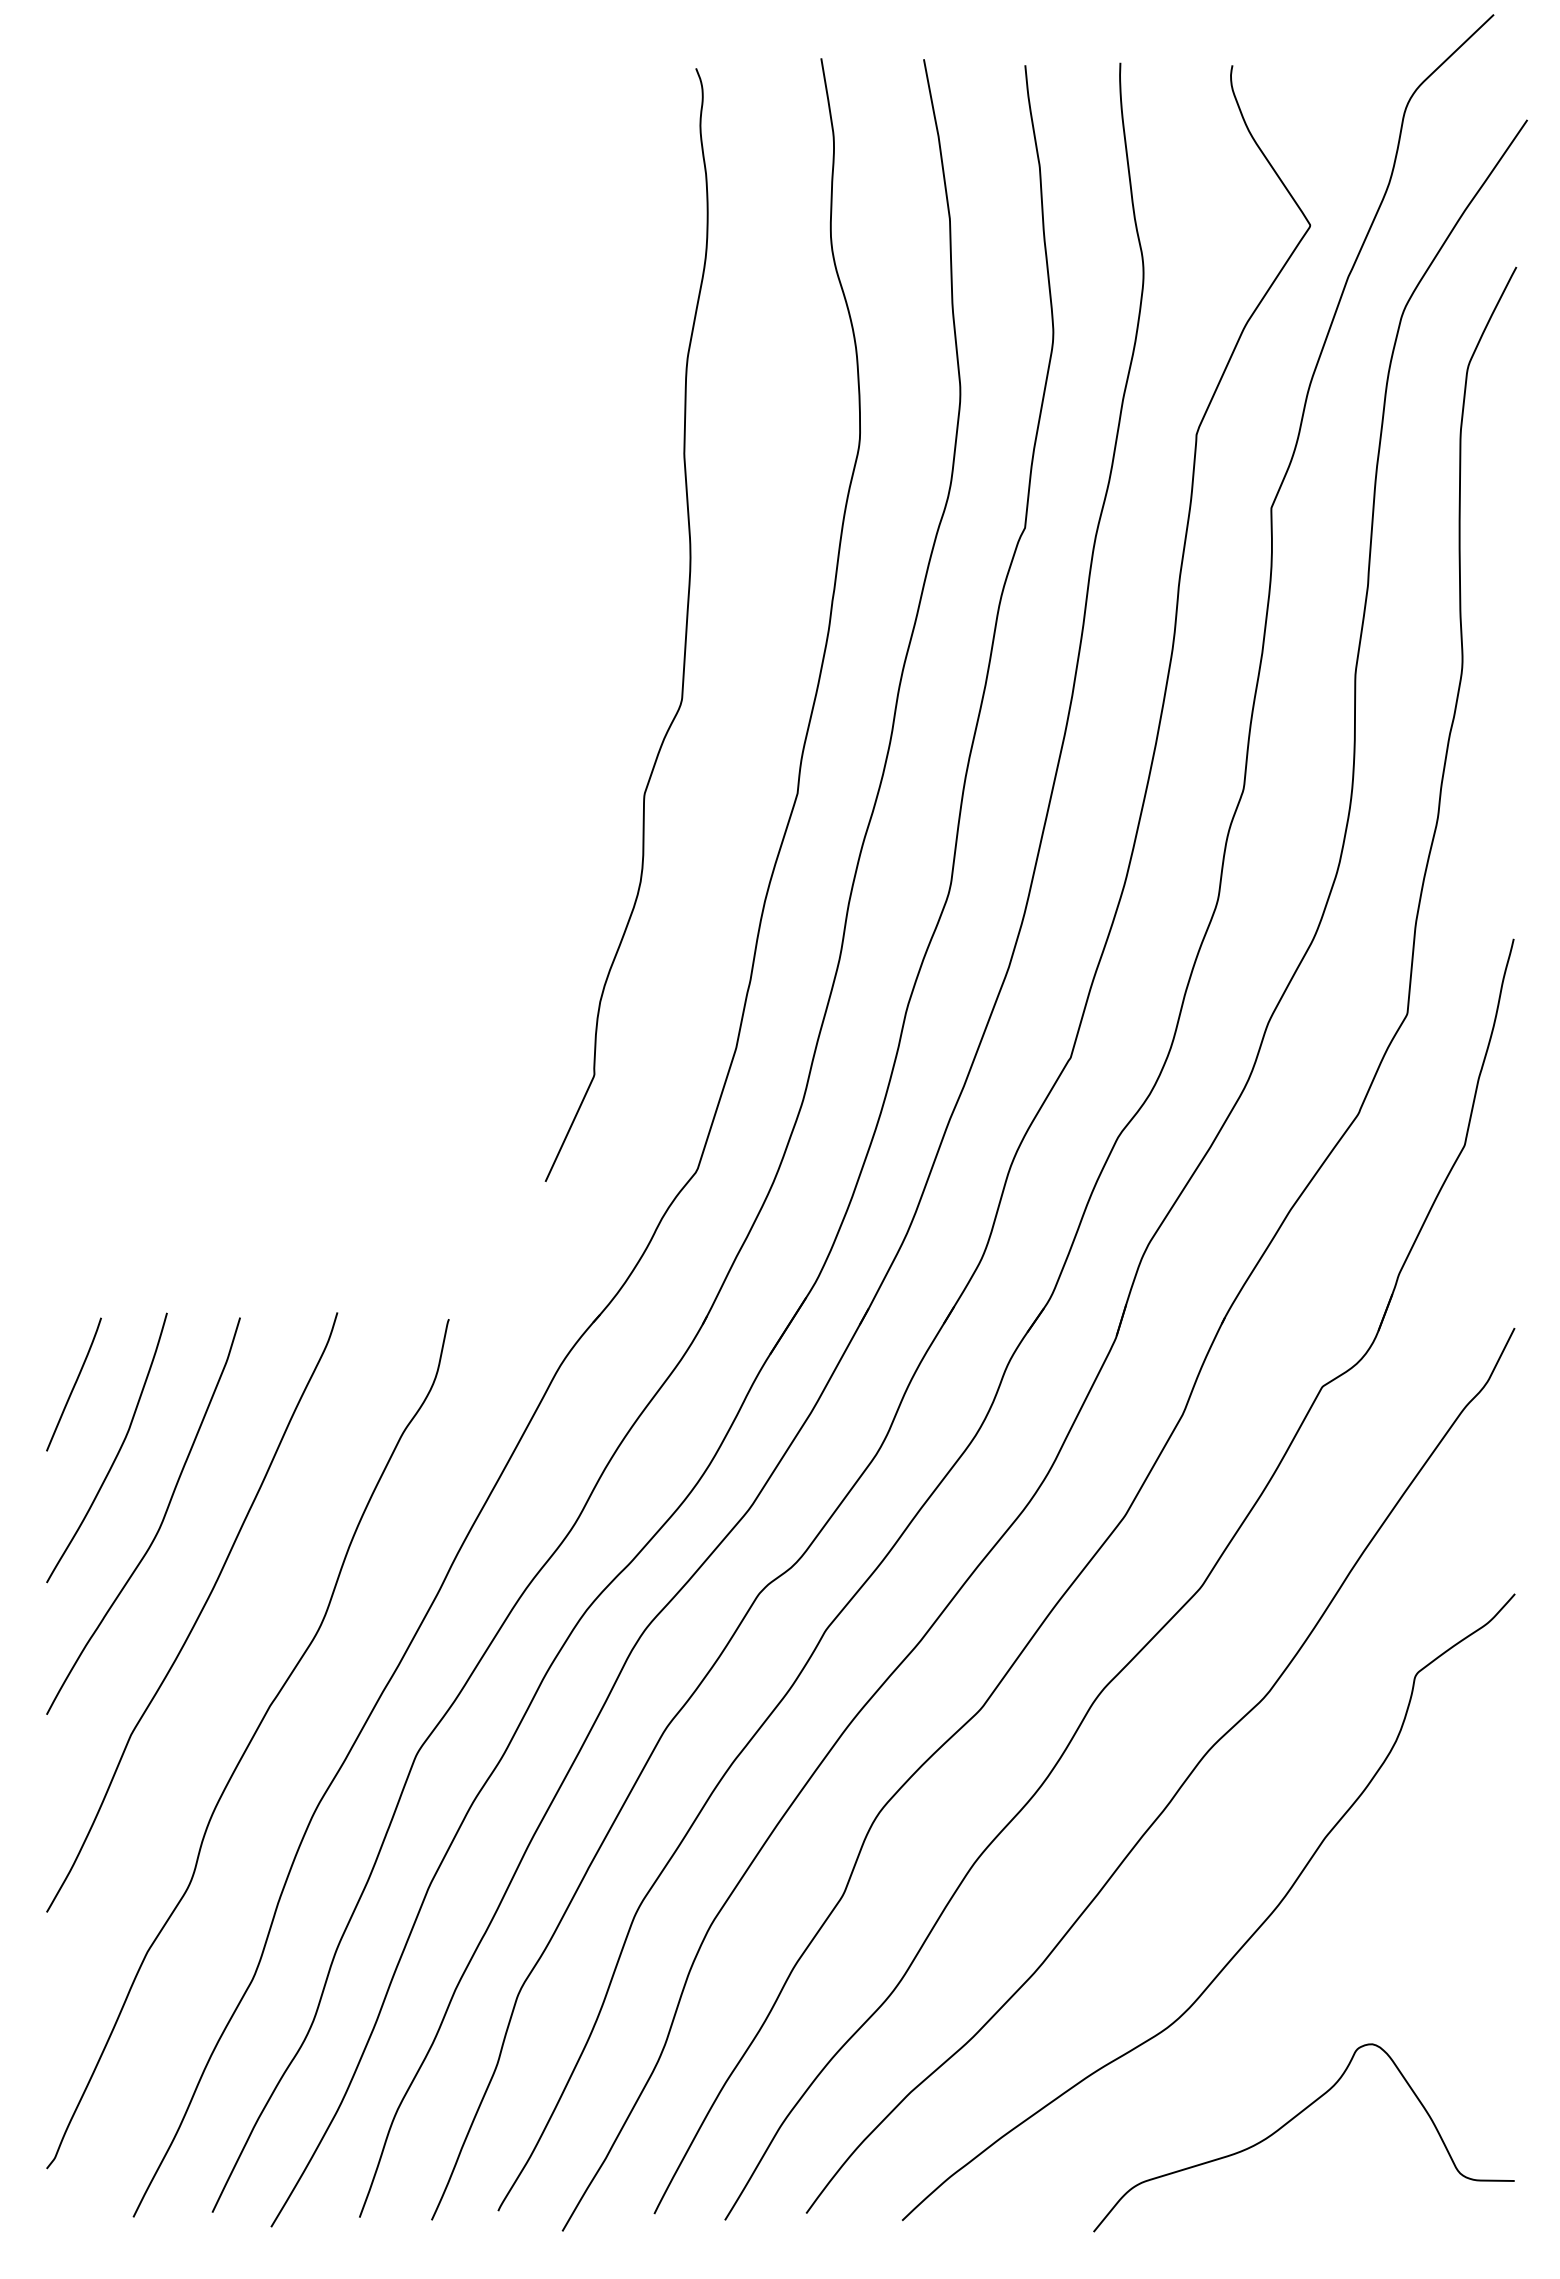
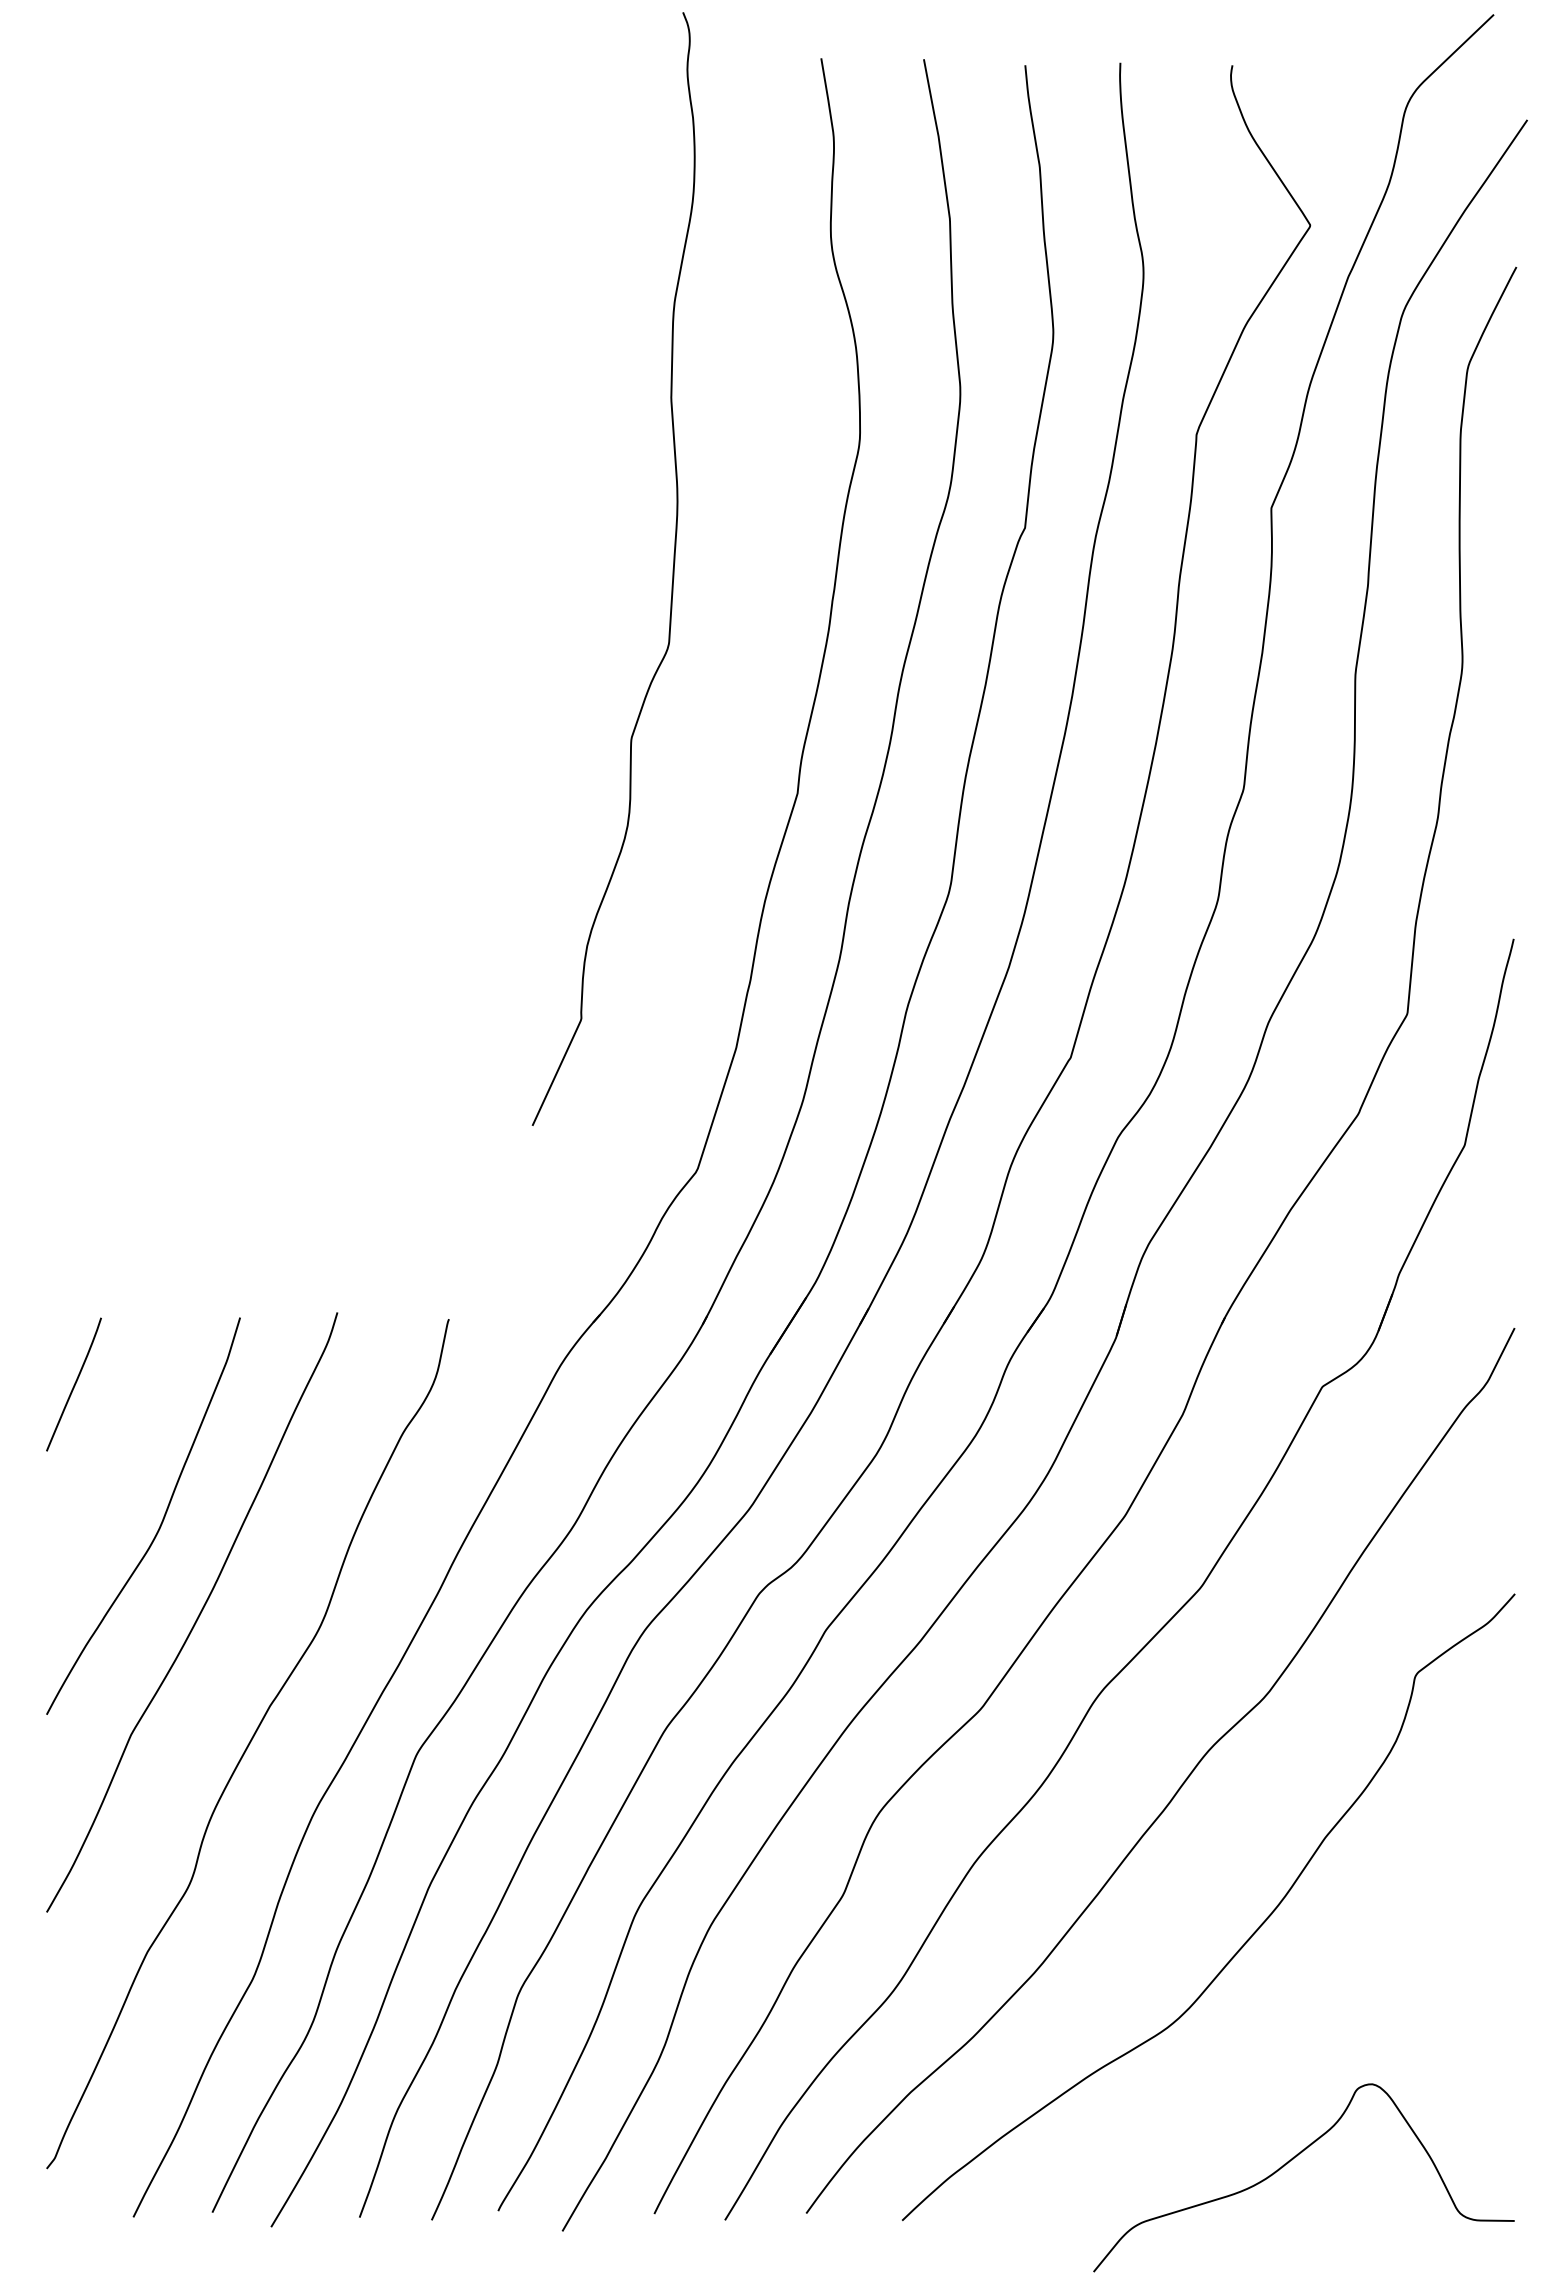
curve at (685, 624) position: (685, 624) -> (672, 568)
curve at (117, 1452): present -> none
curve at (1292, 2120) position: (1292, 2120) -> (1292, 2160)
